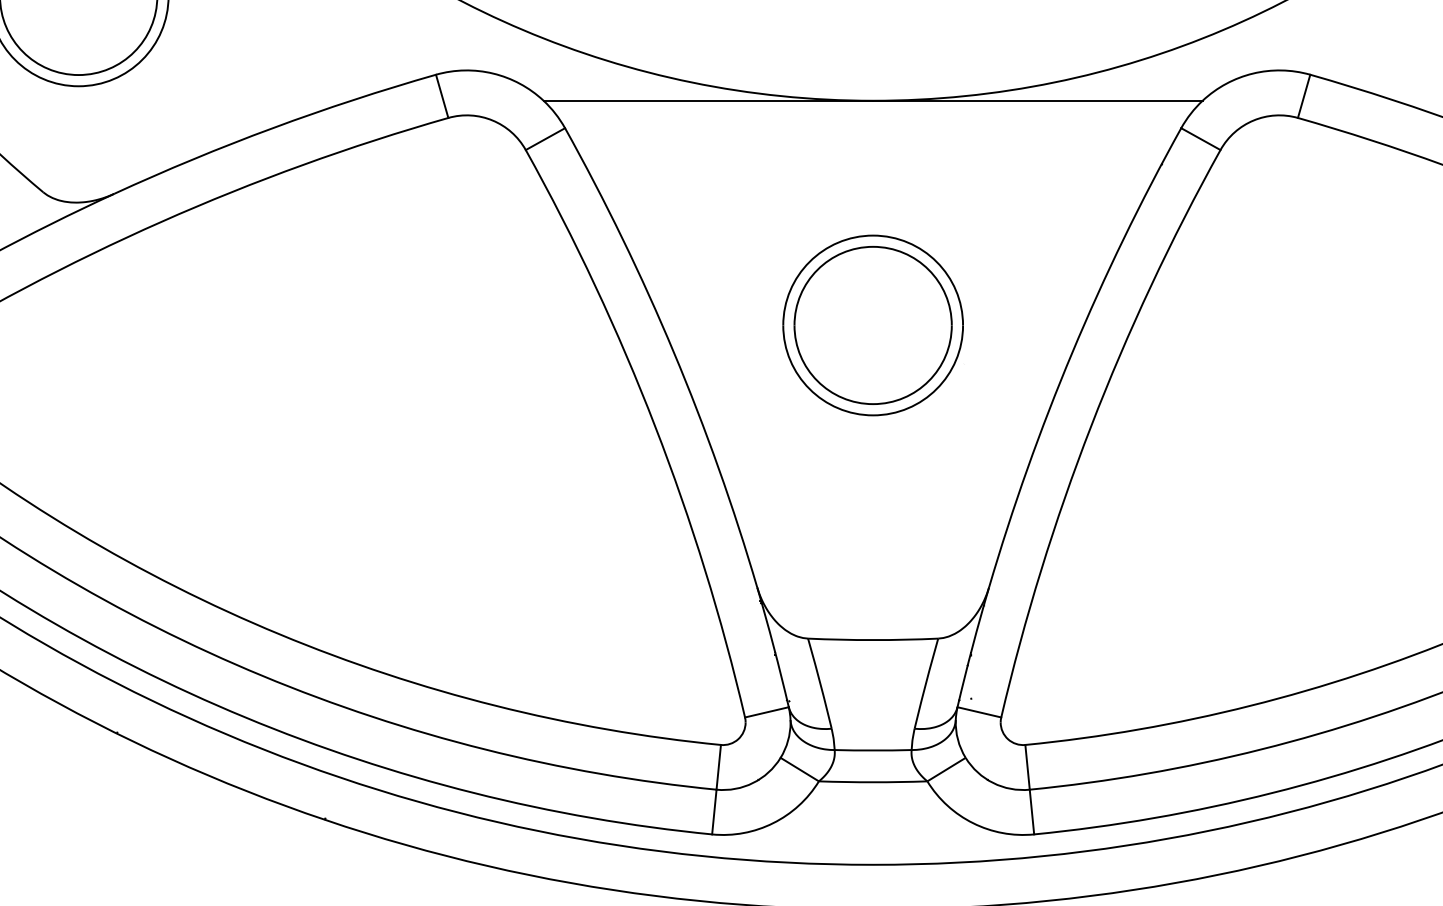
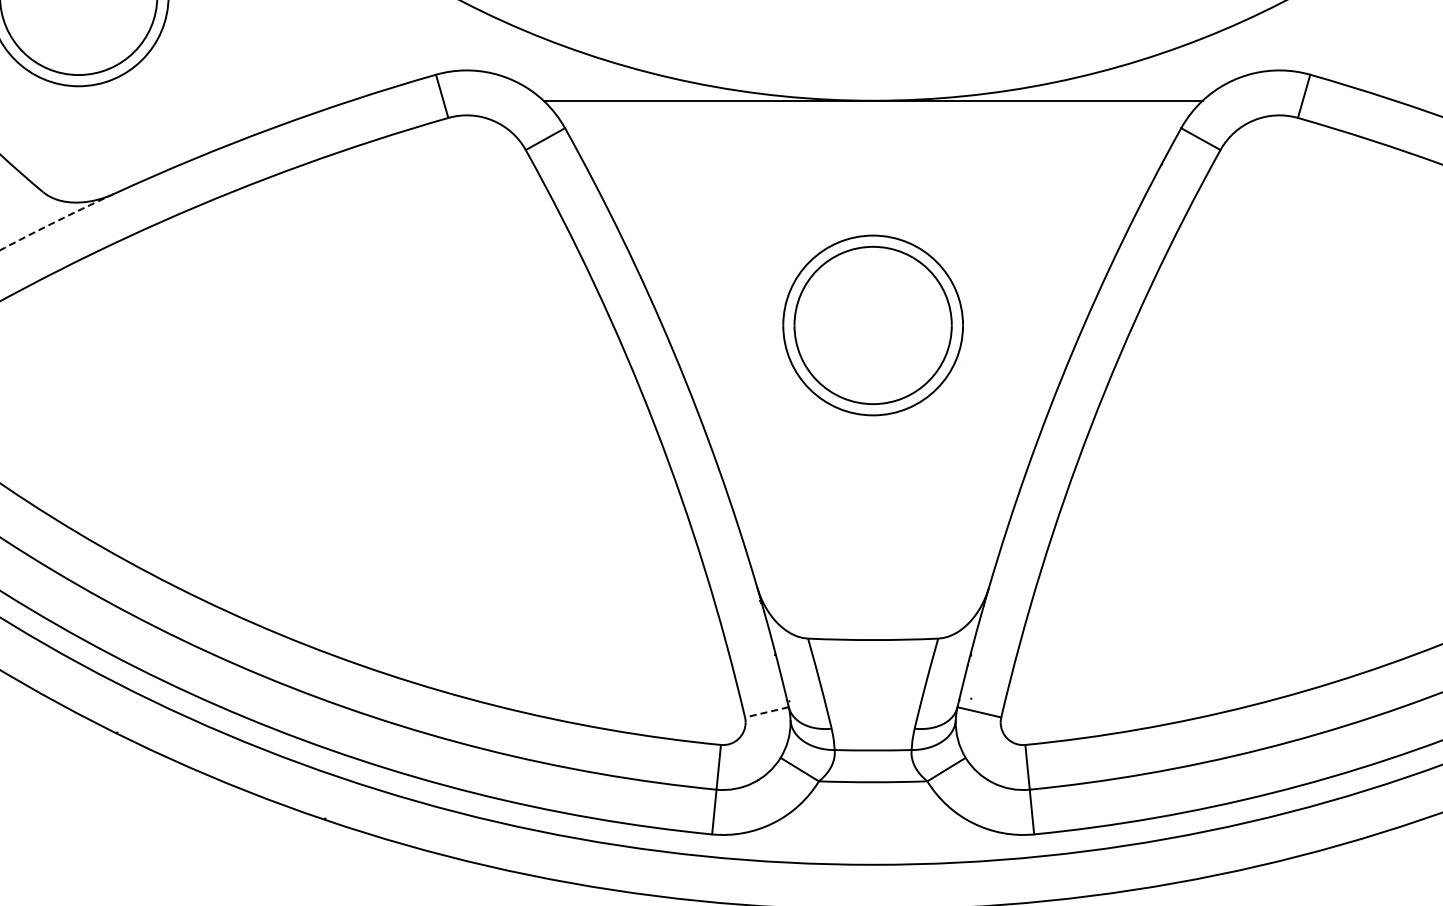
arc at (56, 221): solid -> dashed
line at (766, 712): solid -> dashed
